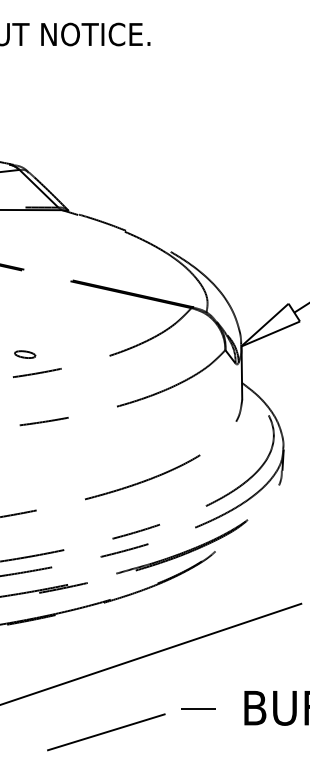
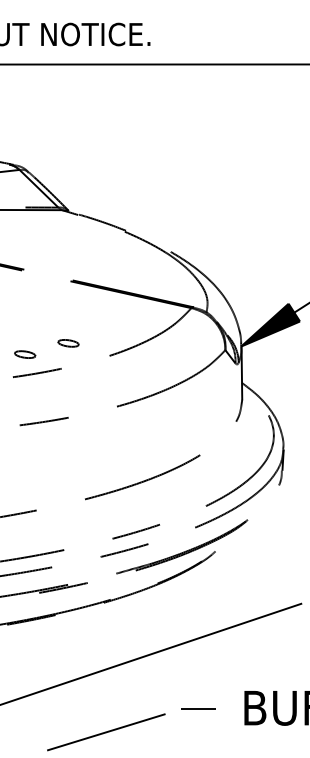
line at (154, 64): none -> present
fill at (270, 324): none -> present
part at (68, 343): none -> present
